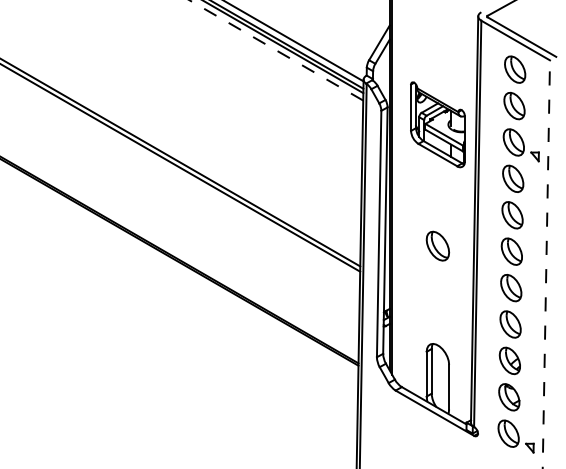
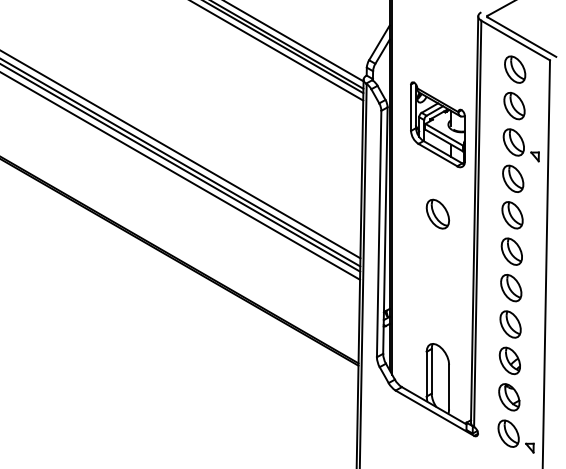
line at (275, 50): dashed -> solid
line at (181, 154): none -> present
line at (181, 176): none -> present
part at (437, 245) position: (437, 245) -> (437, 213)
line at (546, 264): dashed -> solid
